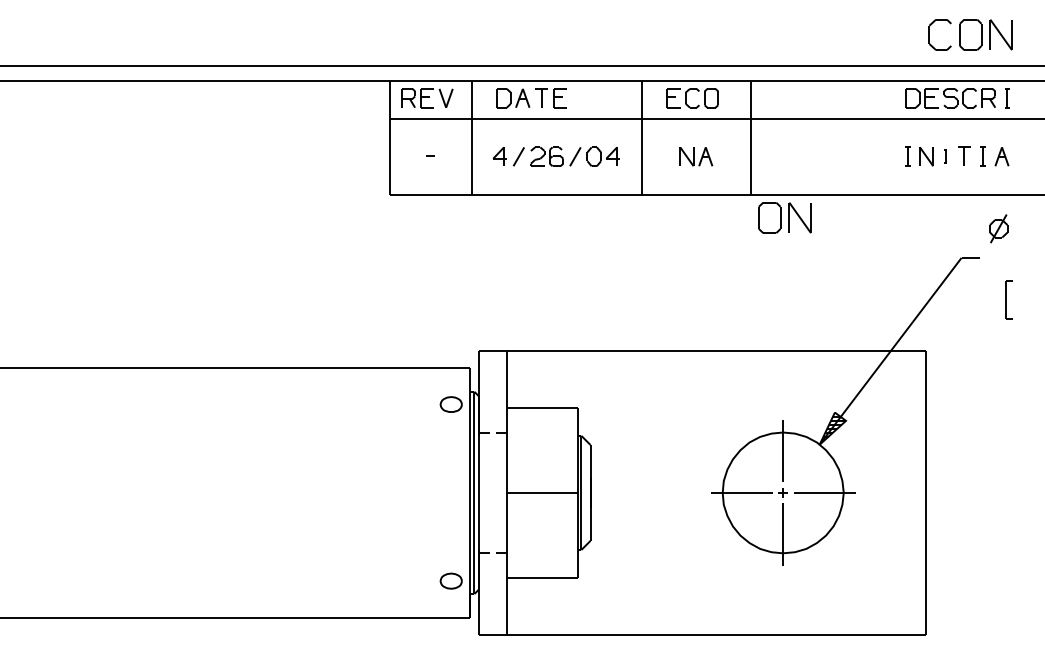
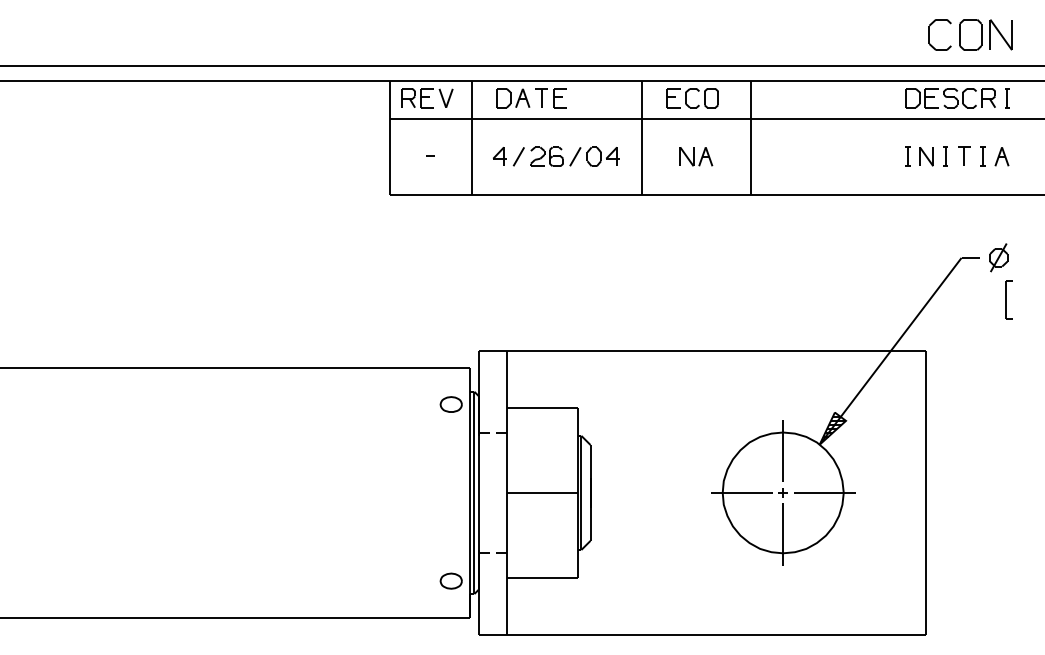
part at (945, 156) size: 3x15 px -> 5x21 px
part at (784, 217): present -> none
part at (998, 228) position: (998, 228) -> (998, 257)
